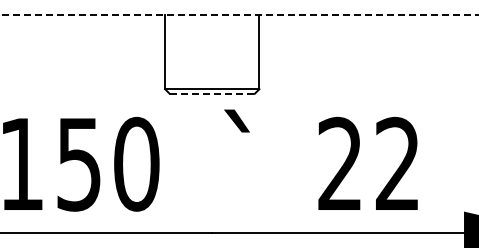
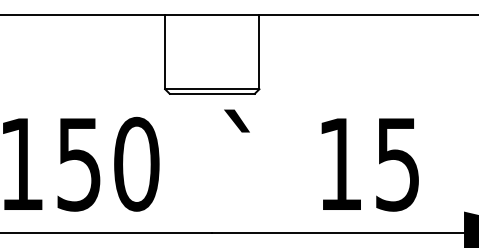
line at (239, 15): dashed -> solid
line at (212, 93): dashed -> solid
text at (368, 163): 22 -> 15
